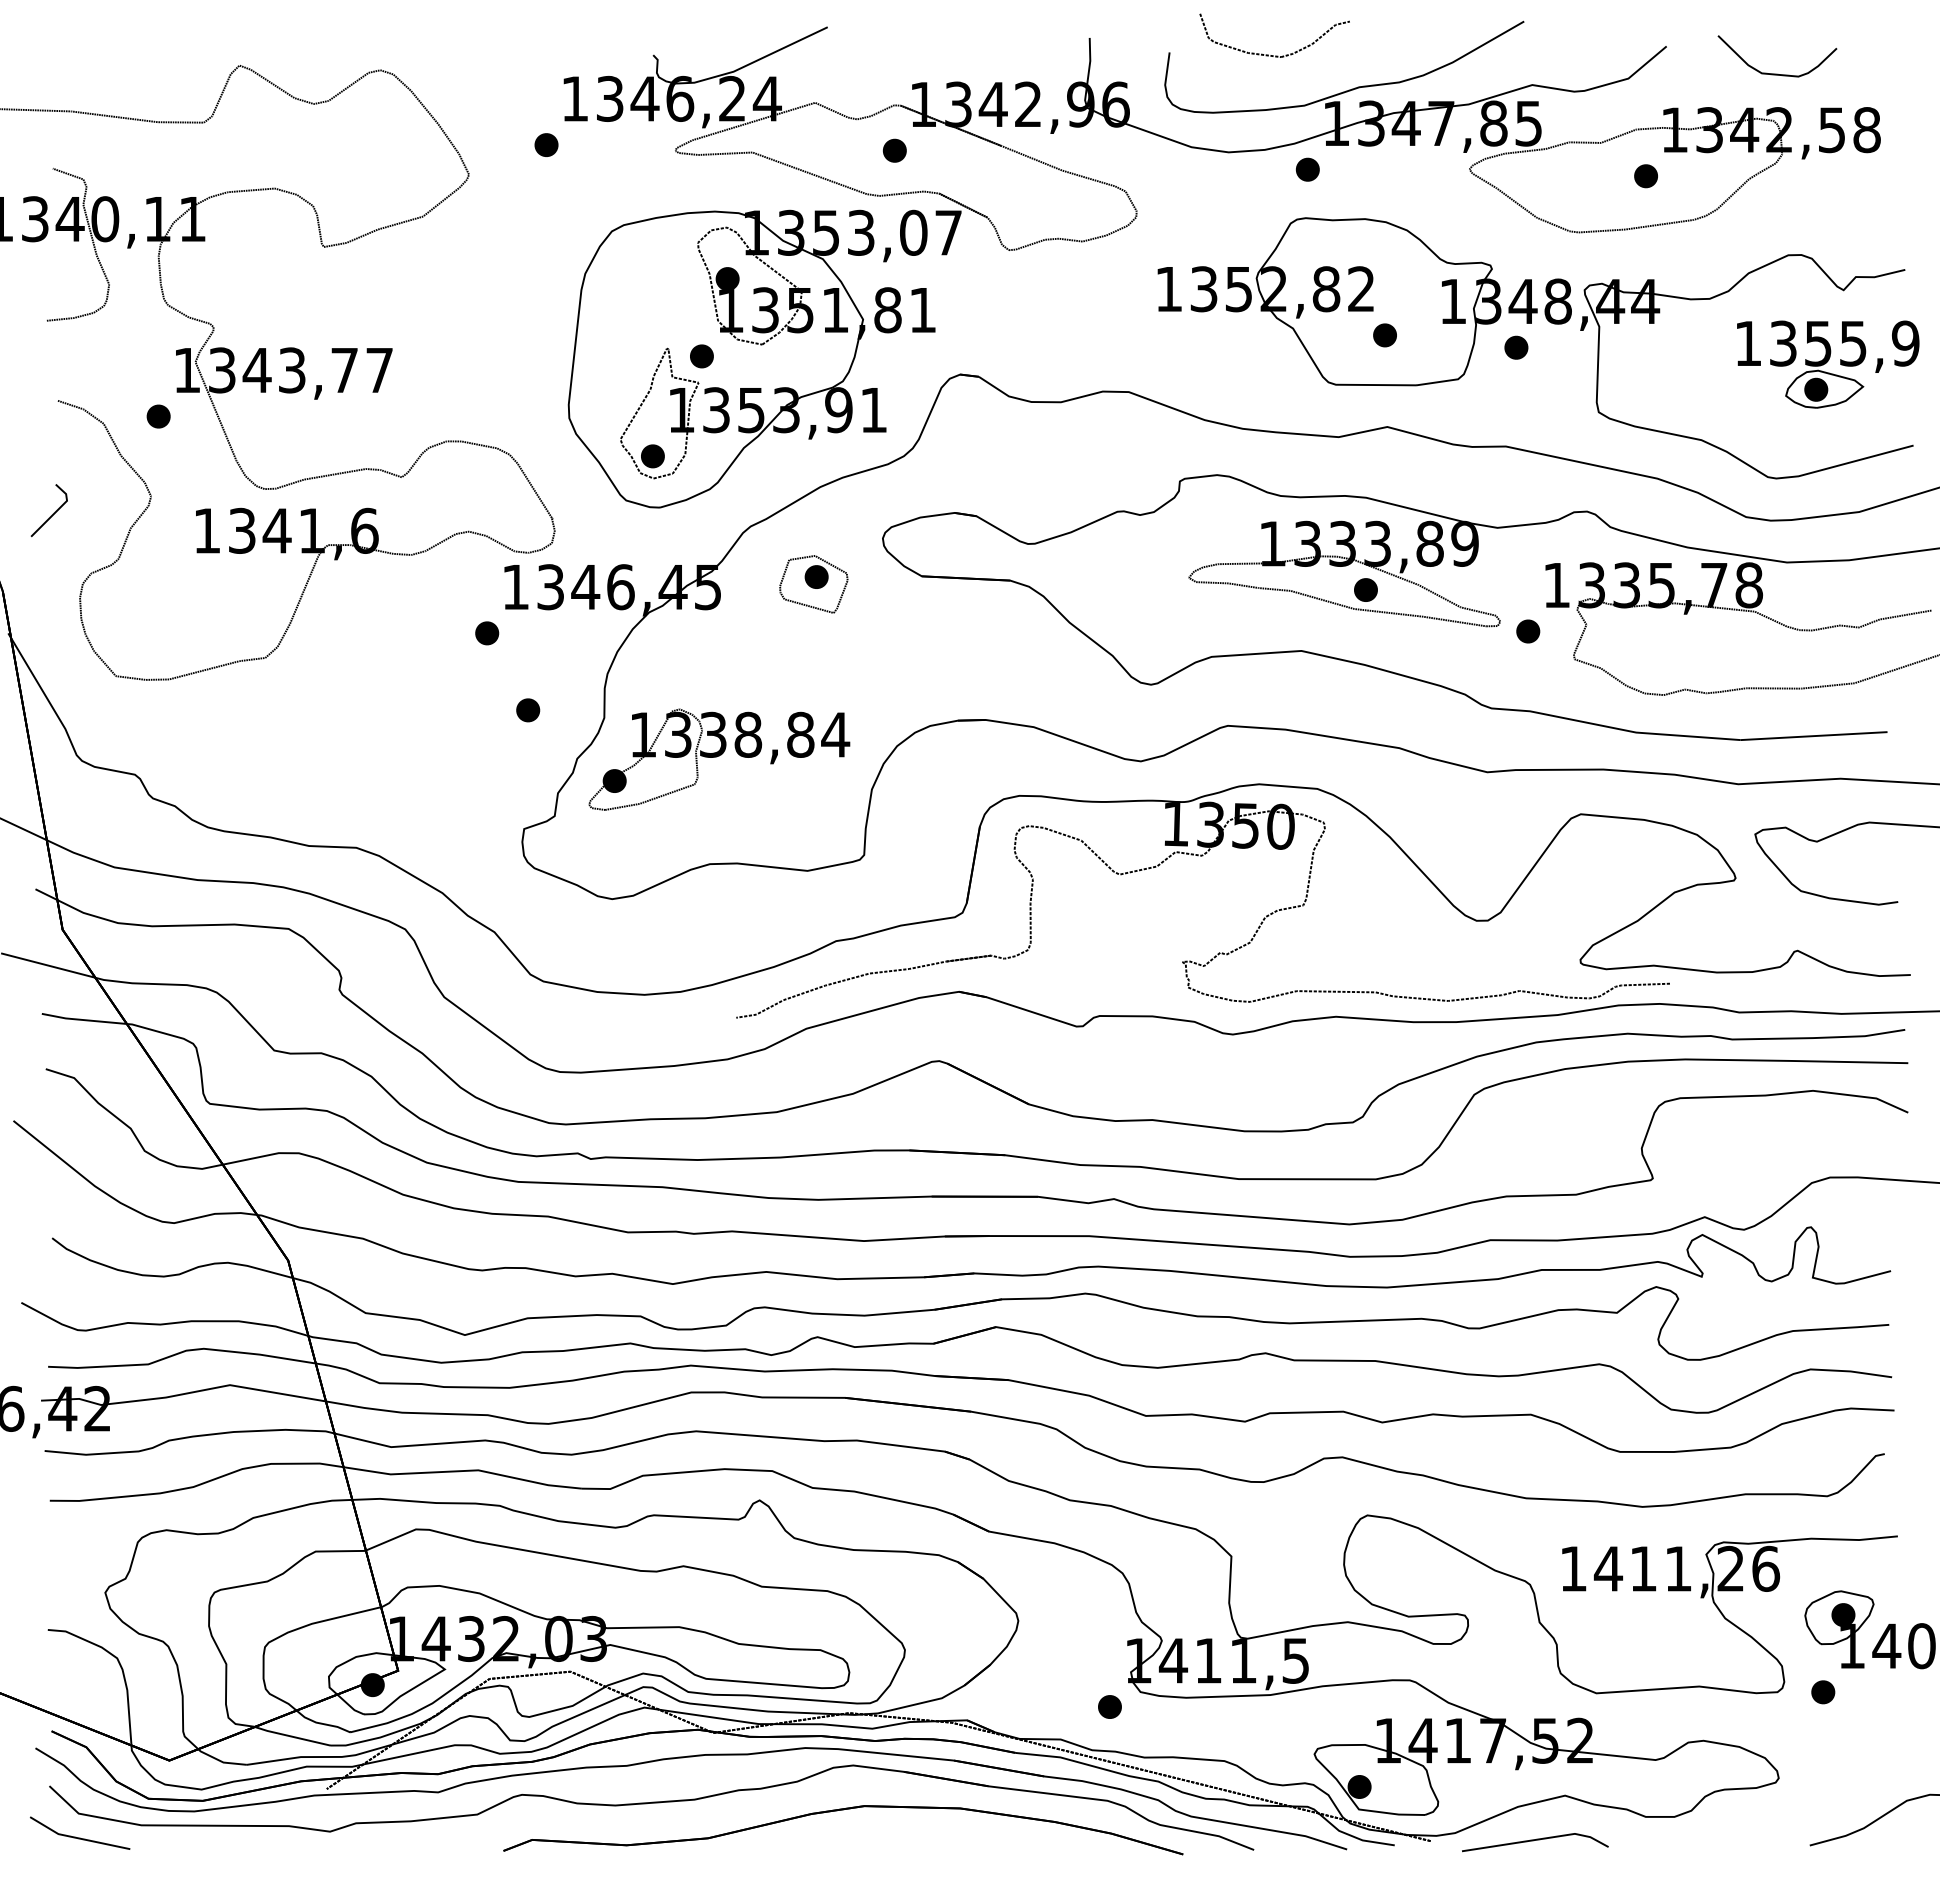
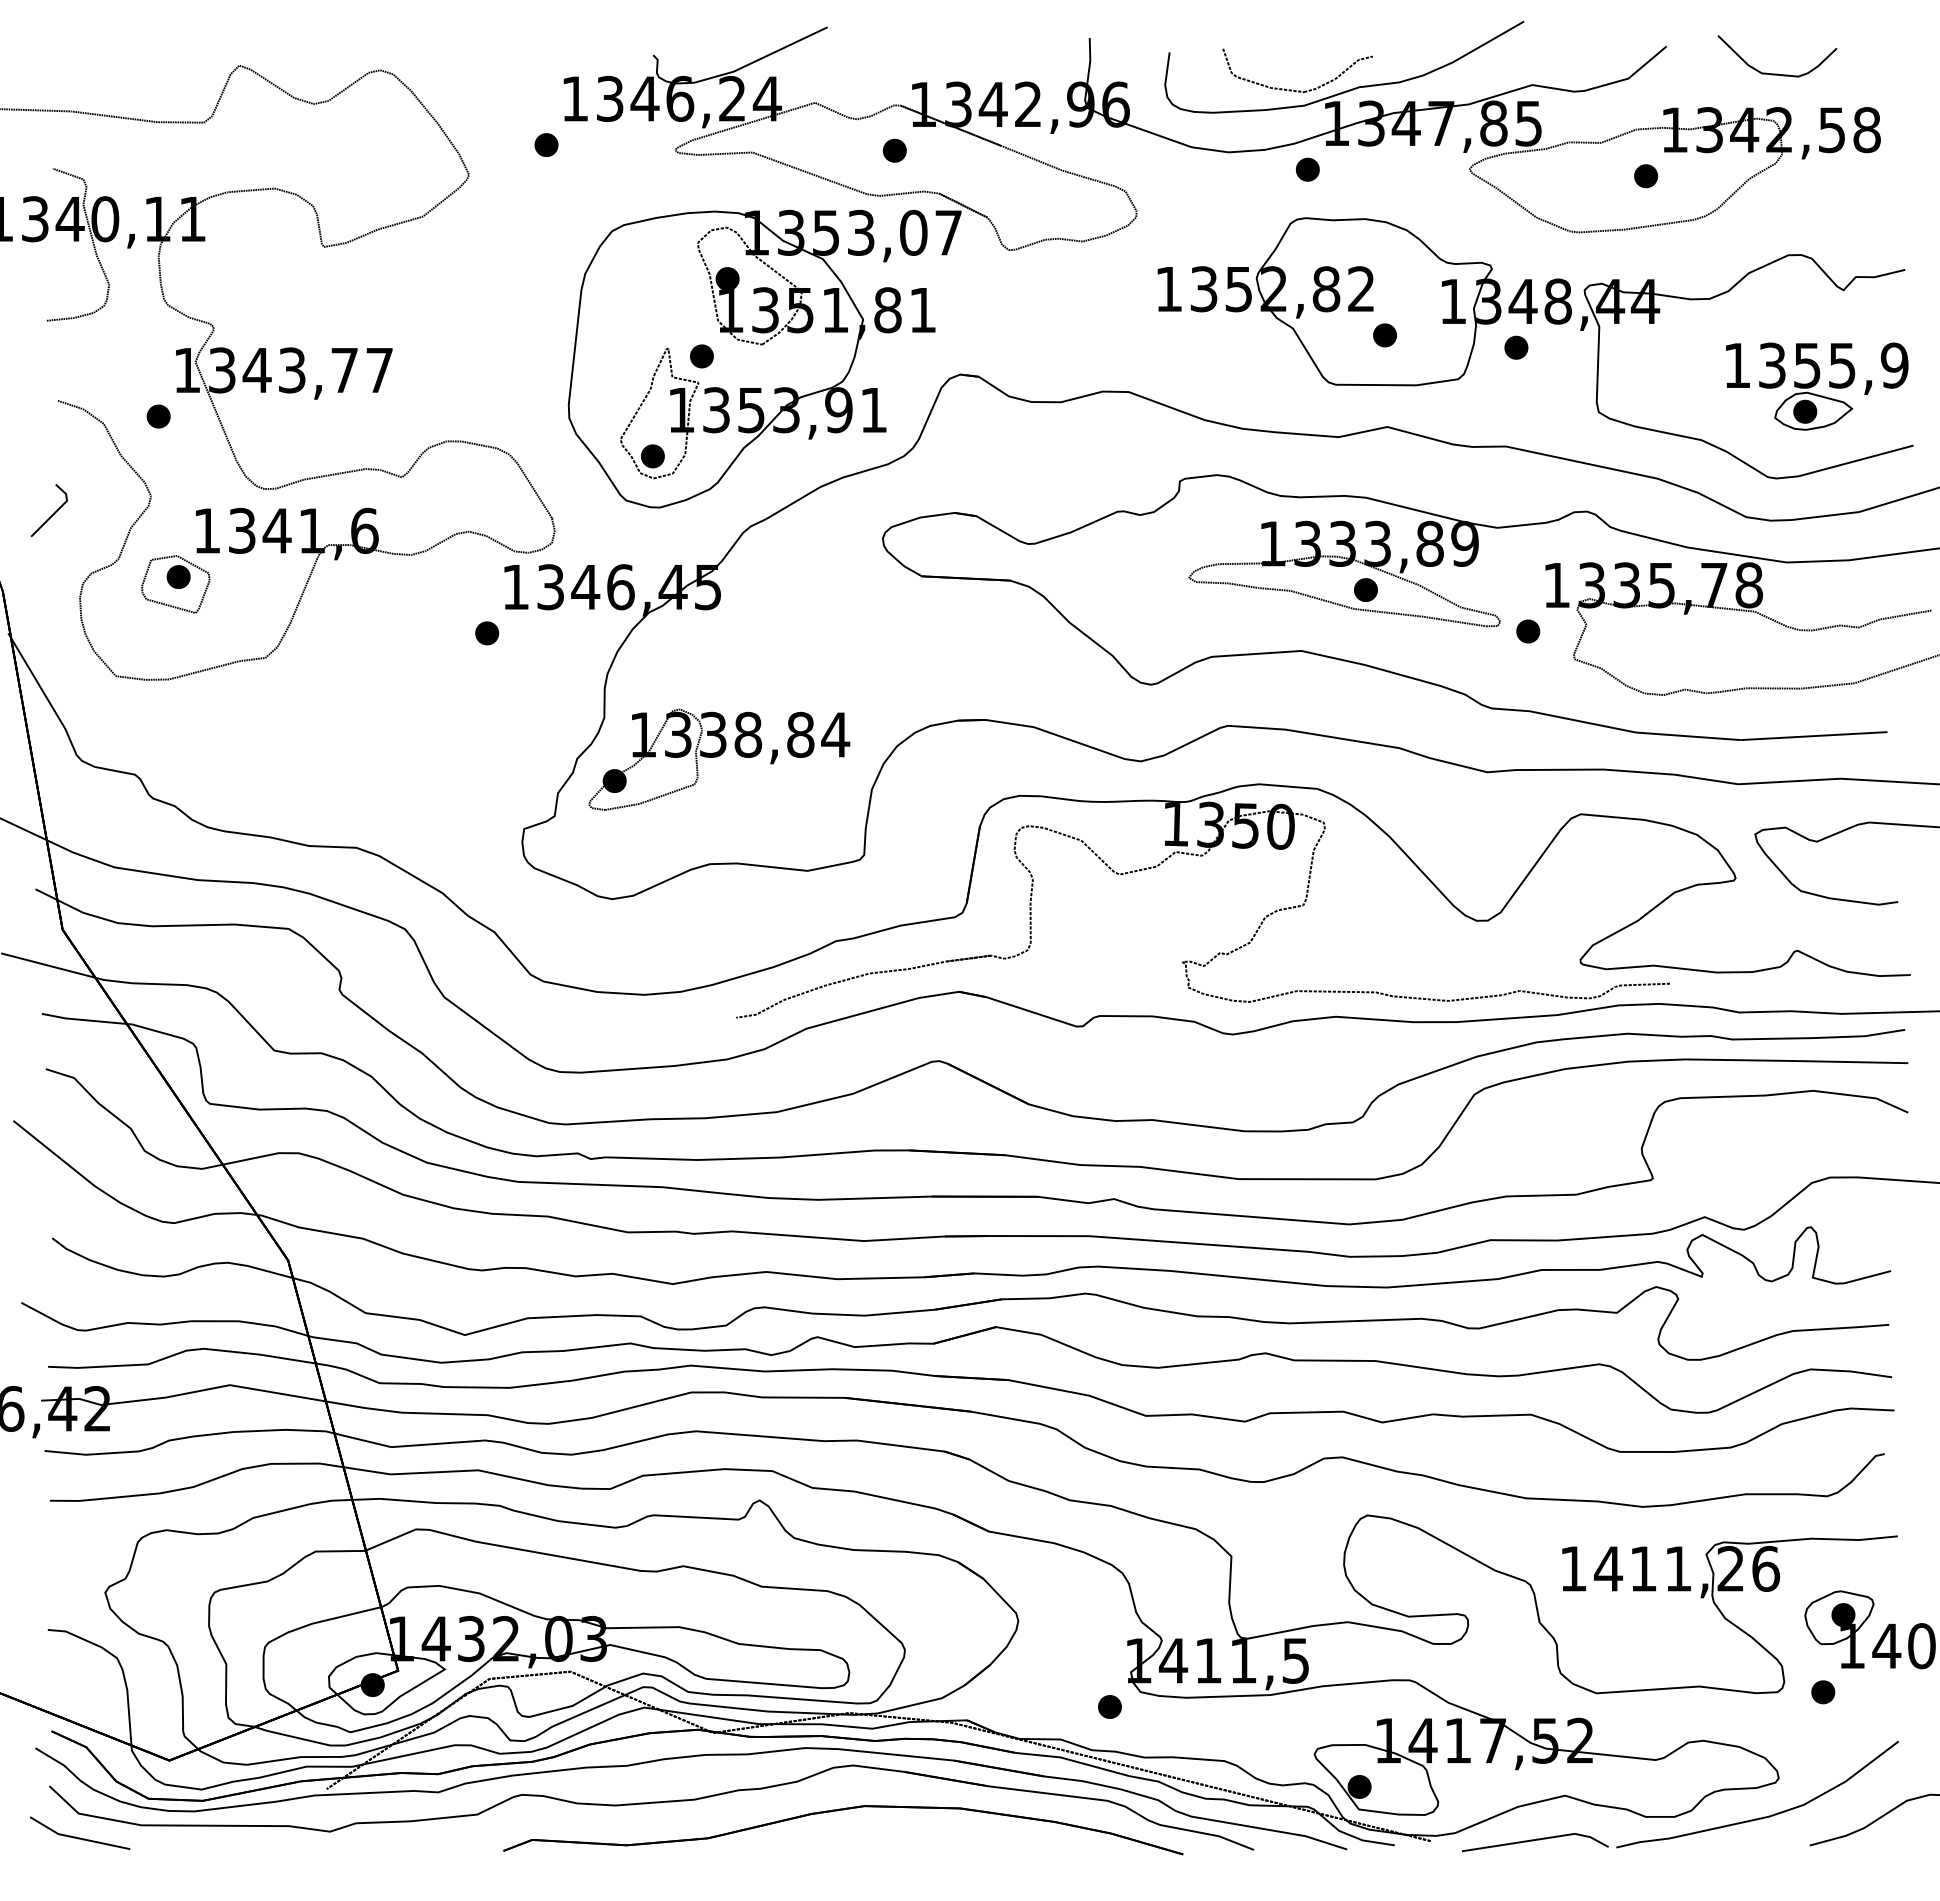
part at (1268, 54) position: (1268, 54) -> (1291, 89)
part at (1828, 364) position: (1828, 364) -> (1817, 386)
part at (813, 584) position: (813, 584) -> (175, 584)
part at (528, 710): present -> none
curve at (1764, 1816): none -> present
